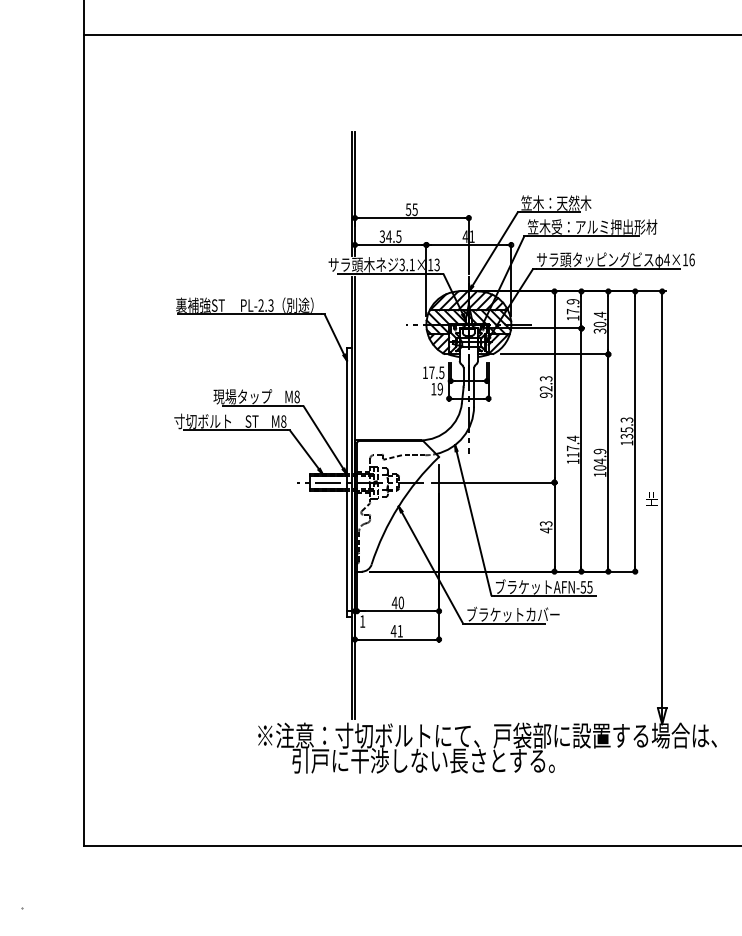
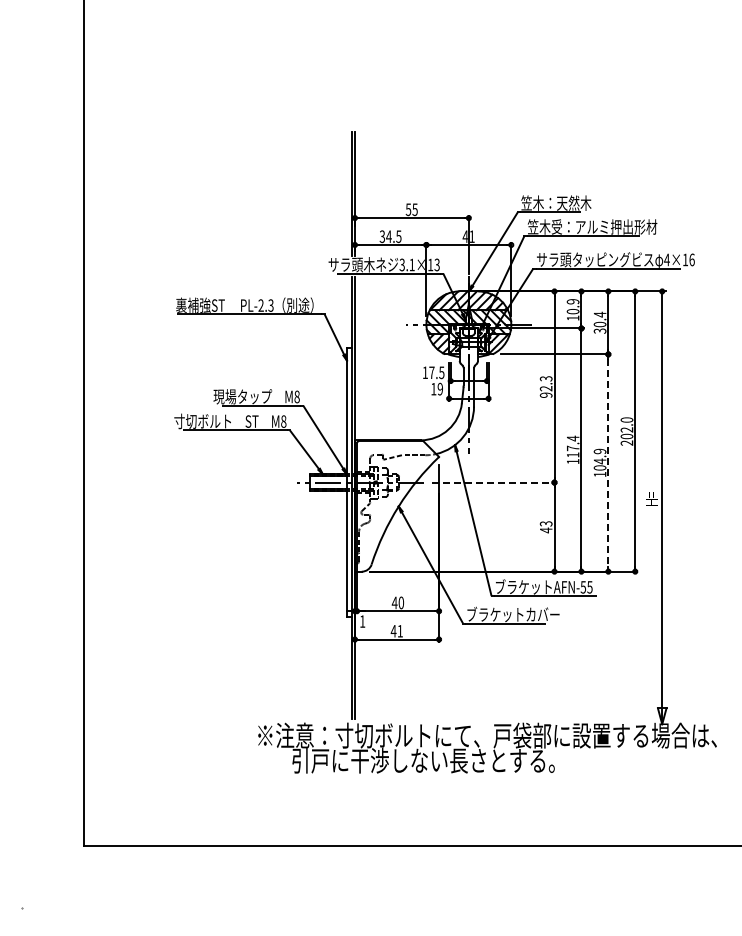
line at (411, 35): present -> none
text at (572, 311): 17.9 -> 10.9
text at (626, 431): 135.3 -> 202.0
line at (608, 463): solid -> dashed
line at (494, 482): solid -> dashed
